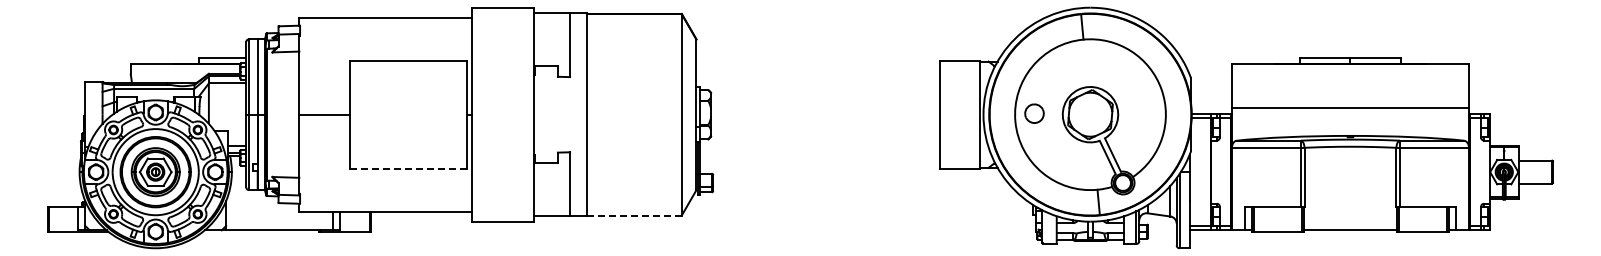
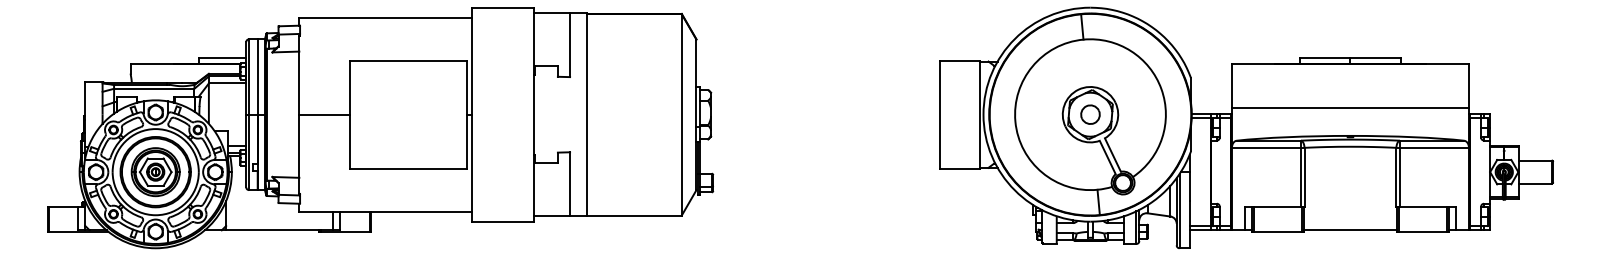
part at (1034, 113) position: (1034, 113) -> (1090, 114)
line at (409, 168): dashed -> solid
line at (634, 215): dashed -> solid
